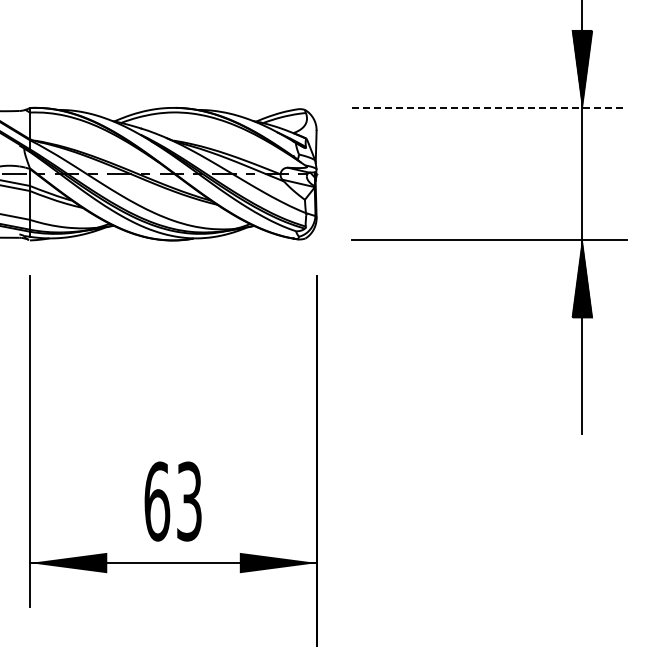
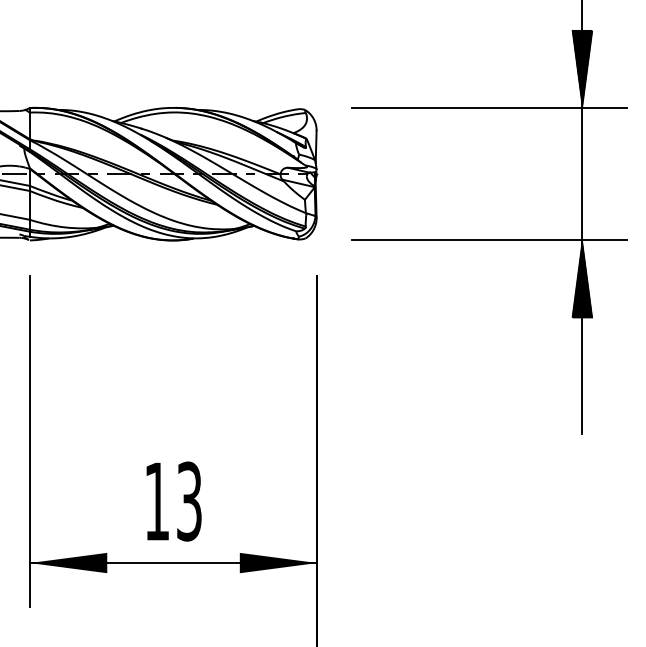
line at (489, 107): dashed -> solid
text at (157, 501): 63 -> 13
